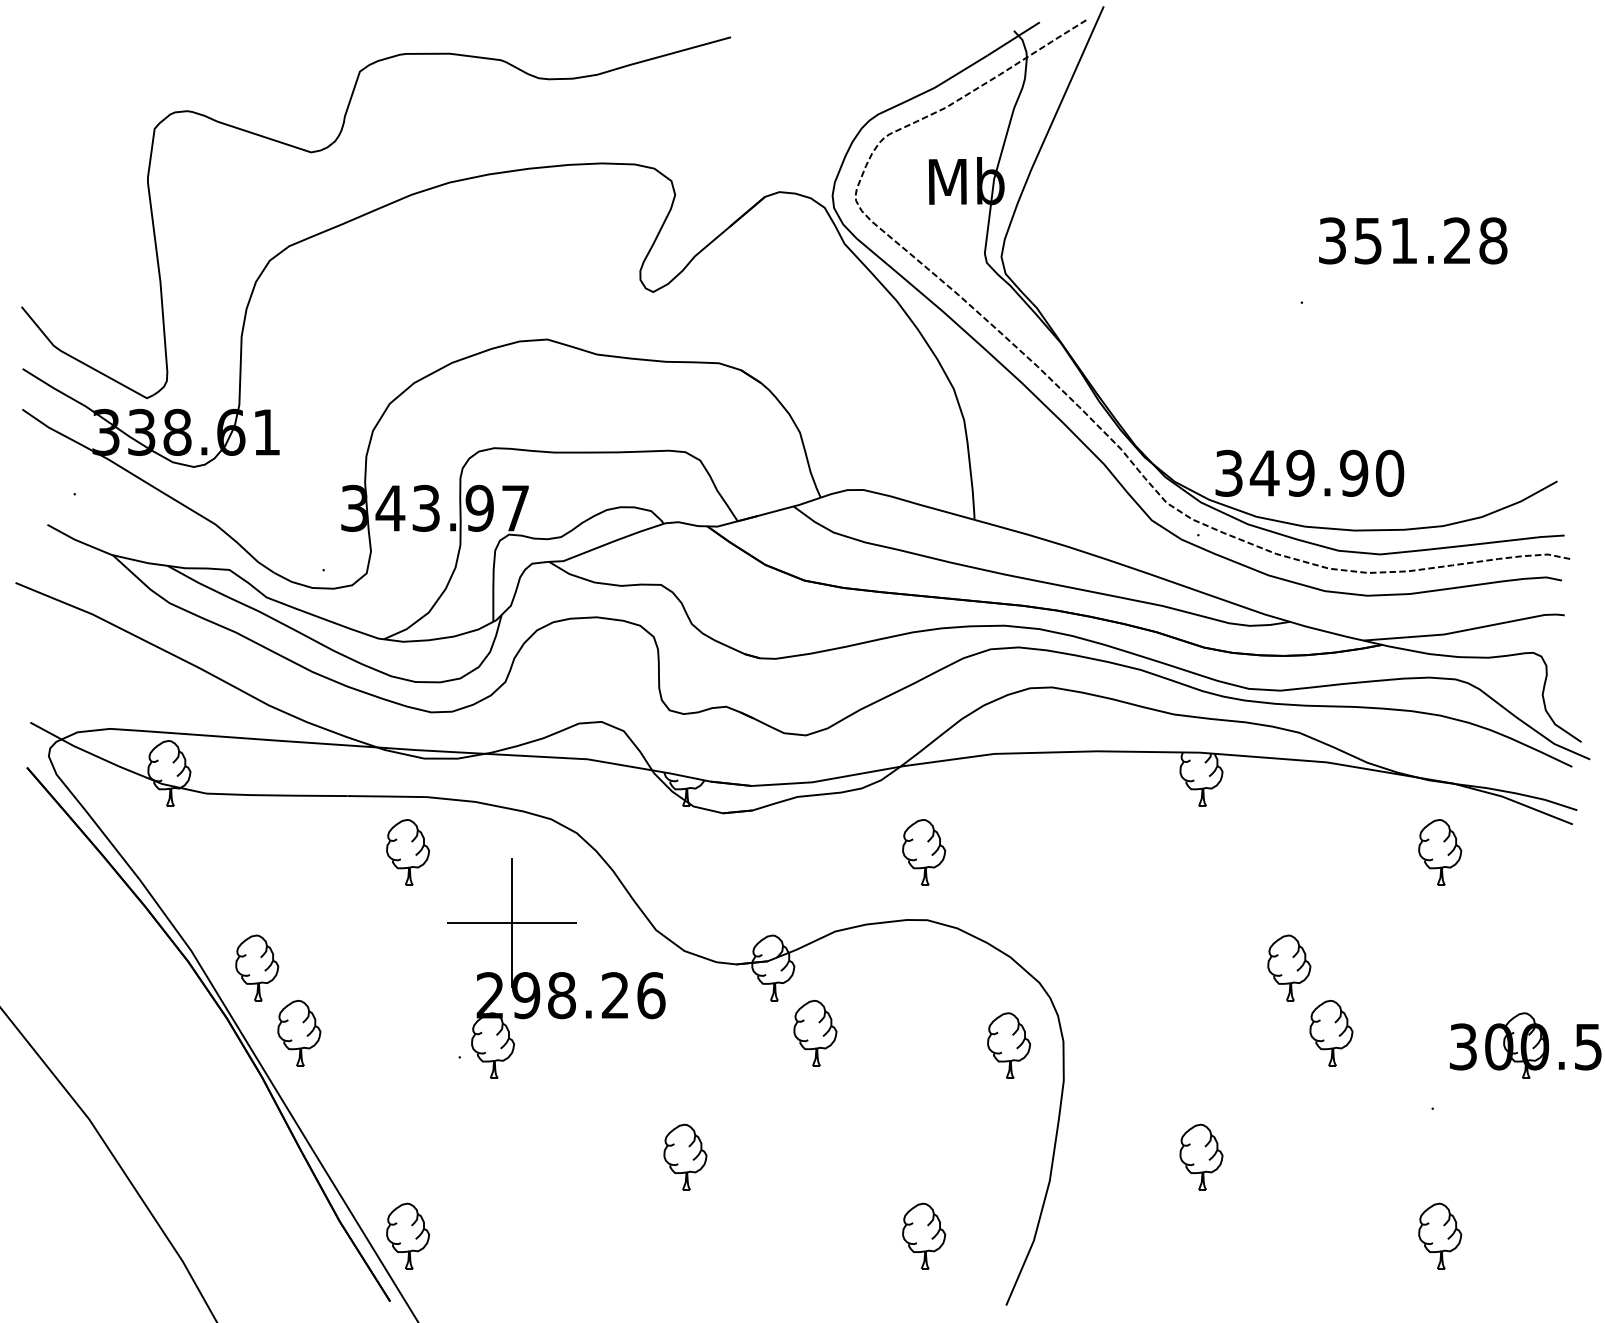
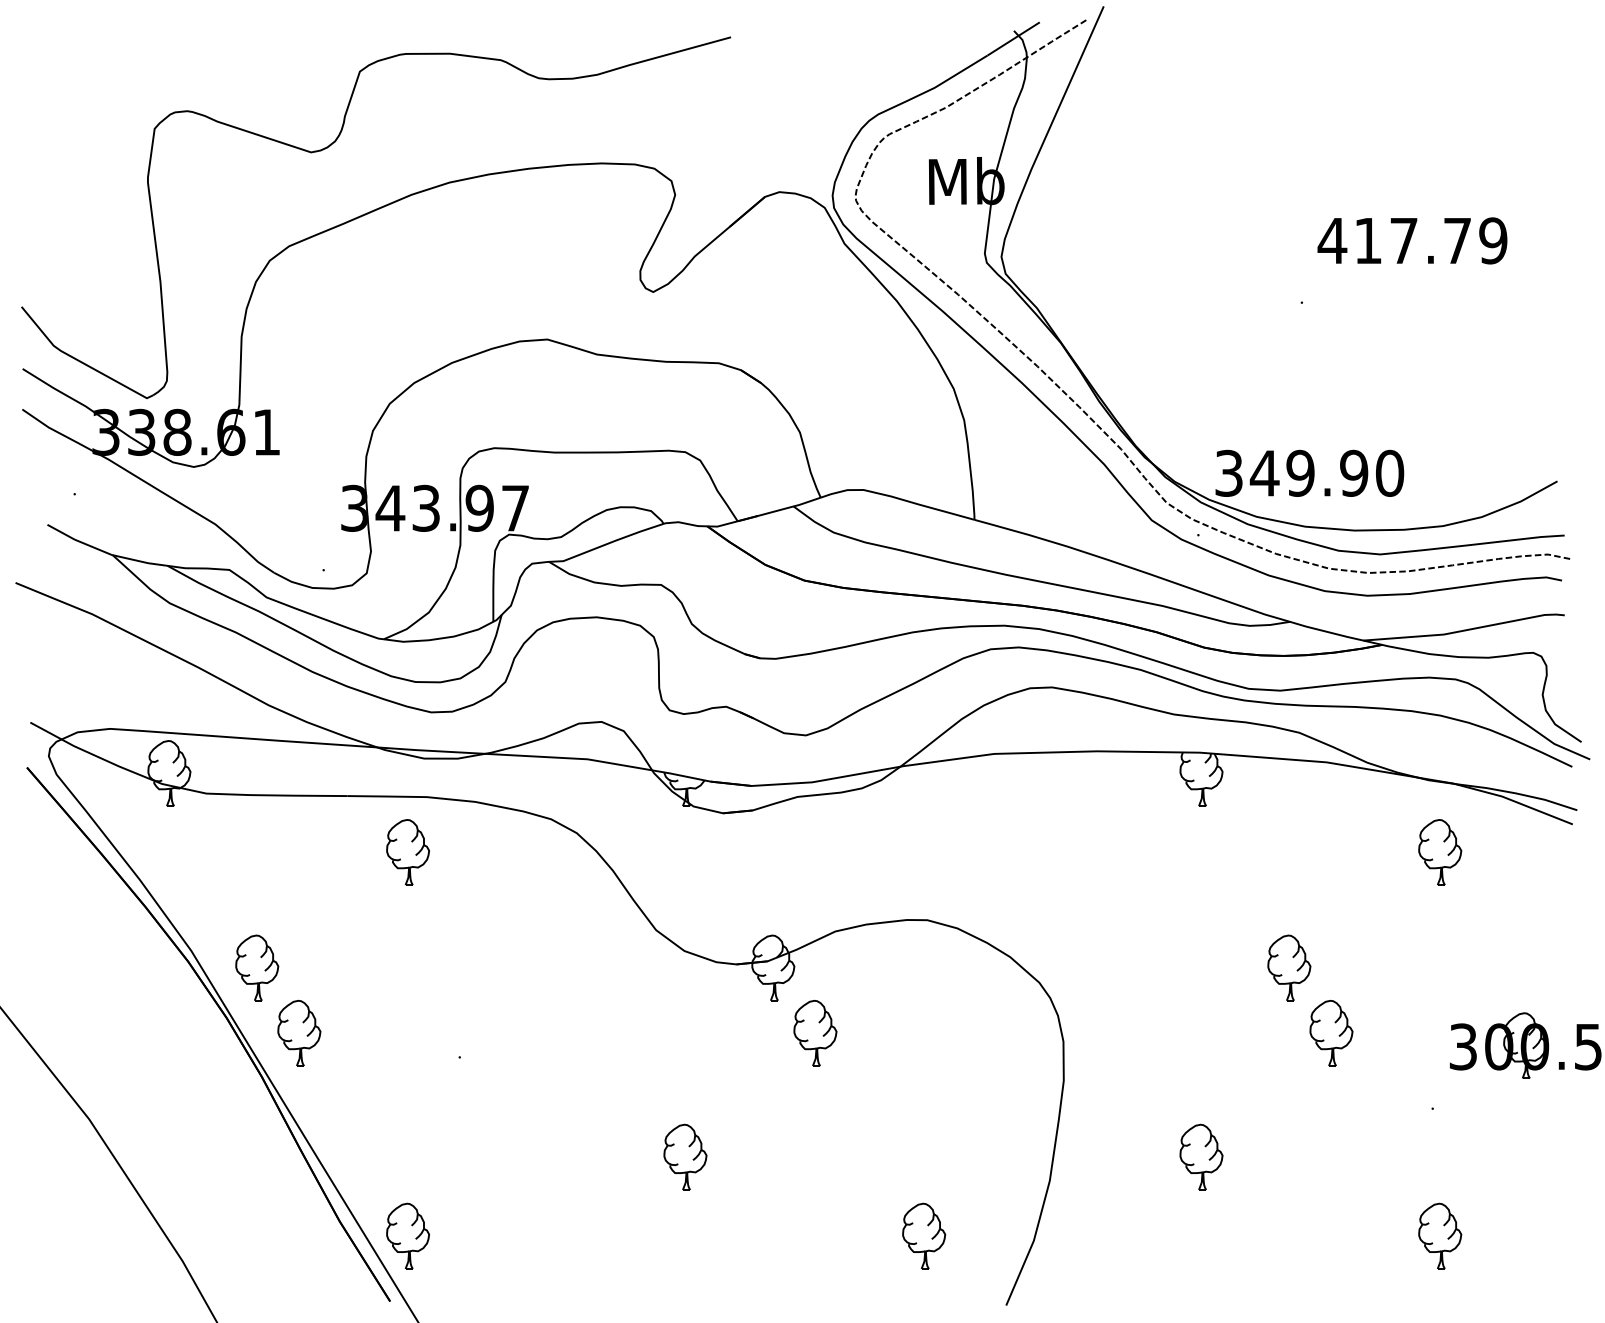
text at (1412, 240): 351.28 -> 417.79
part at (924, 852): present -> none
part at (556, 968): present -> none
part at (1009, 1045): present -> none
